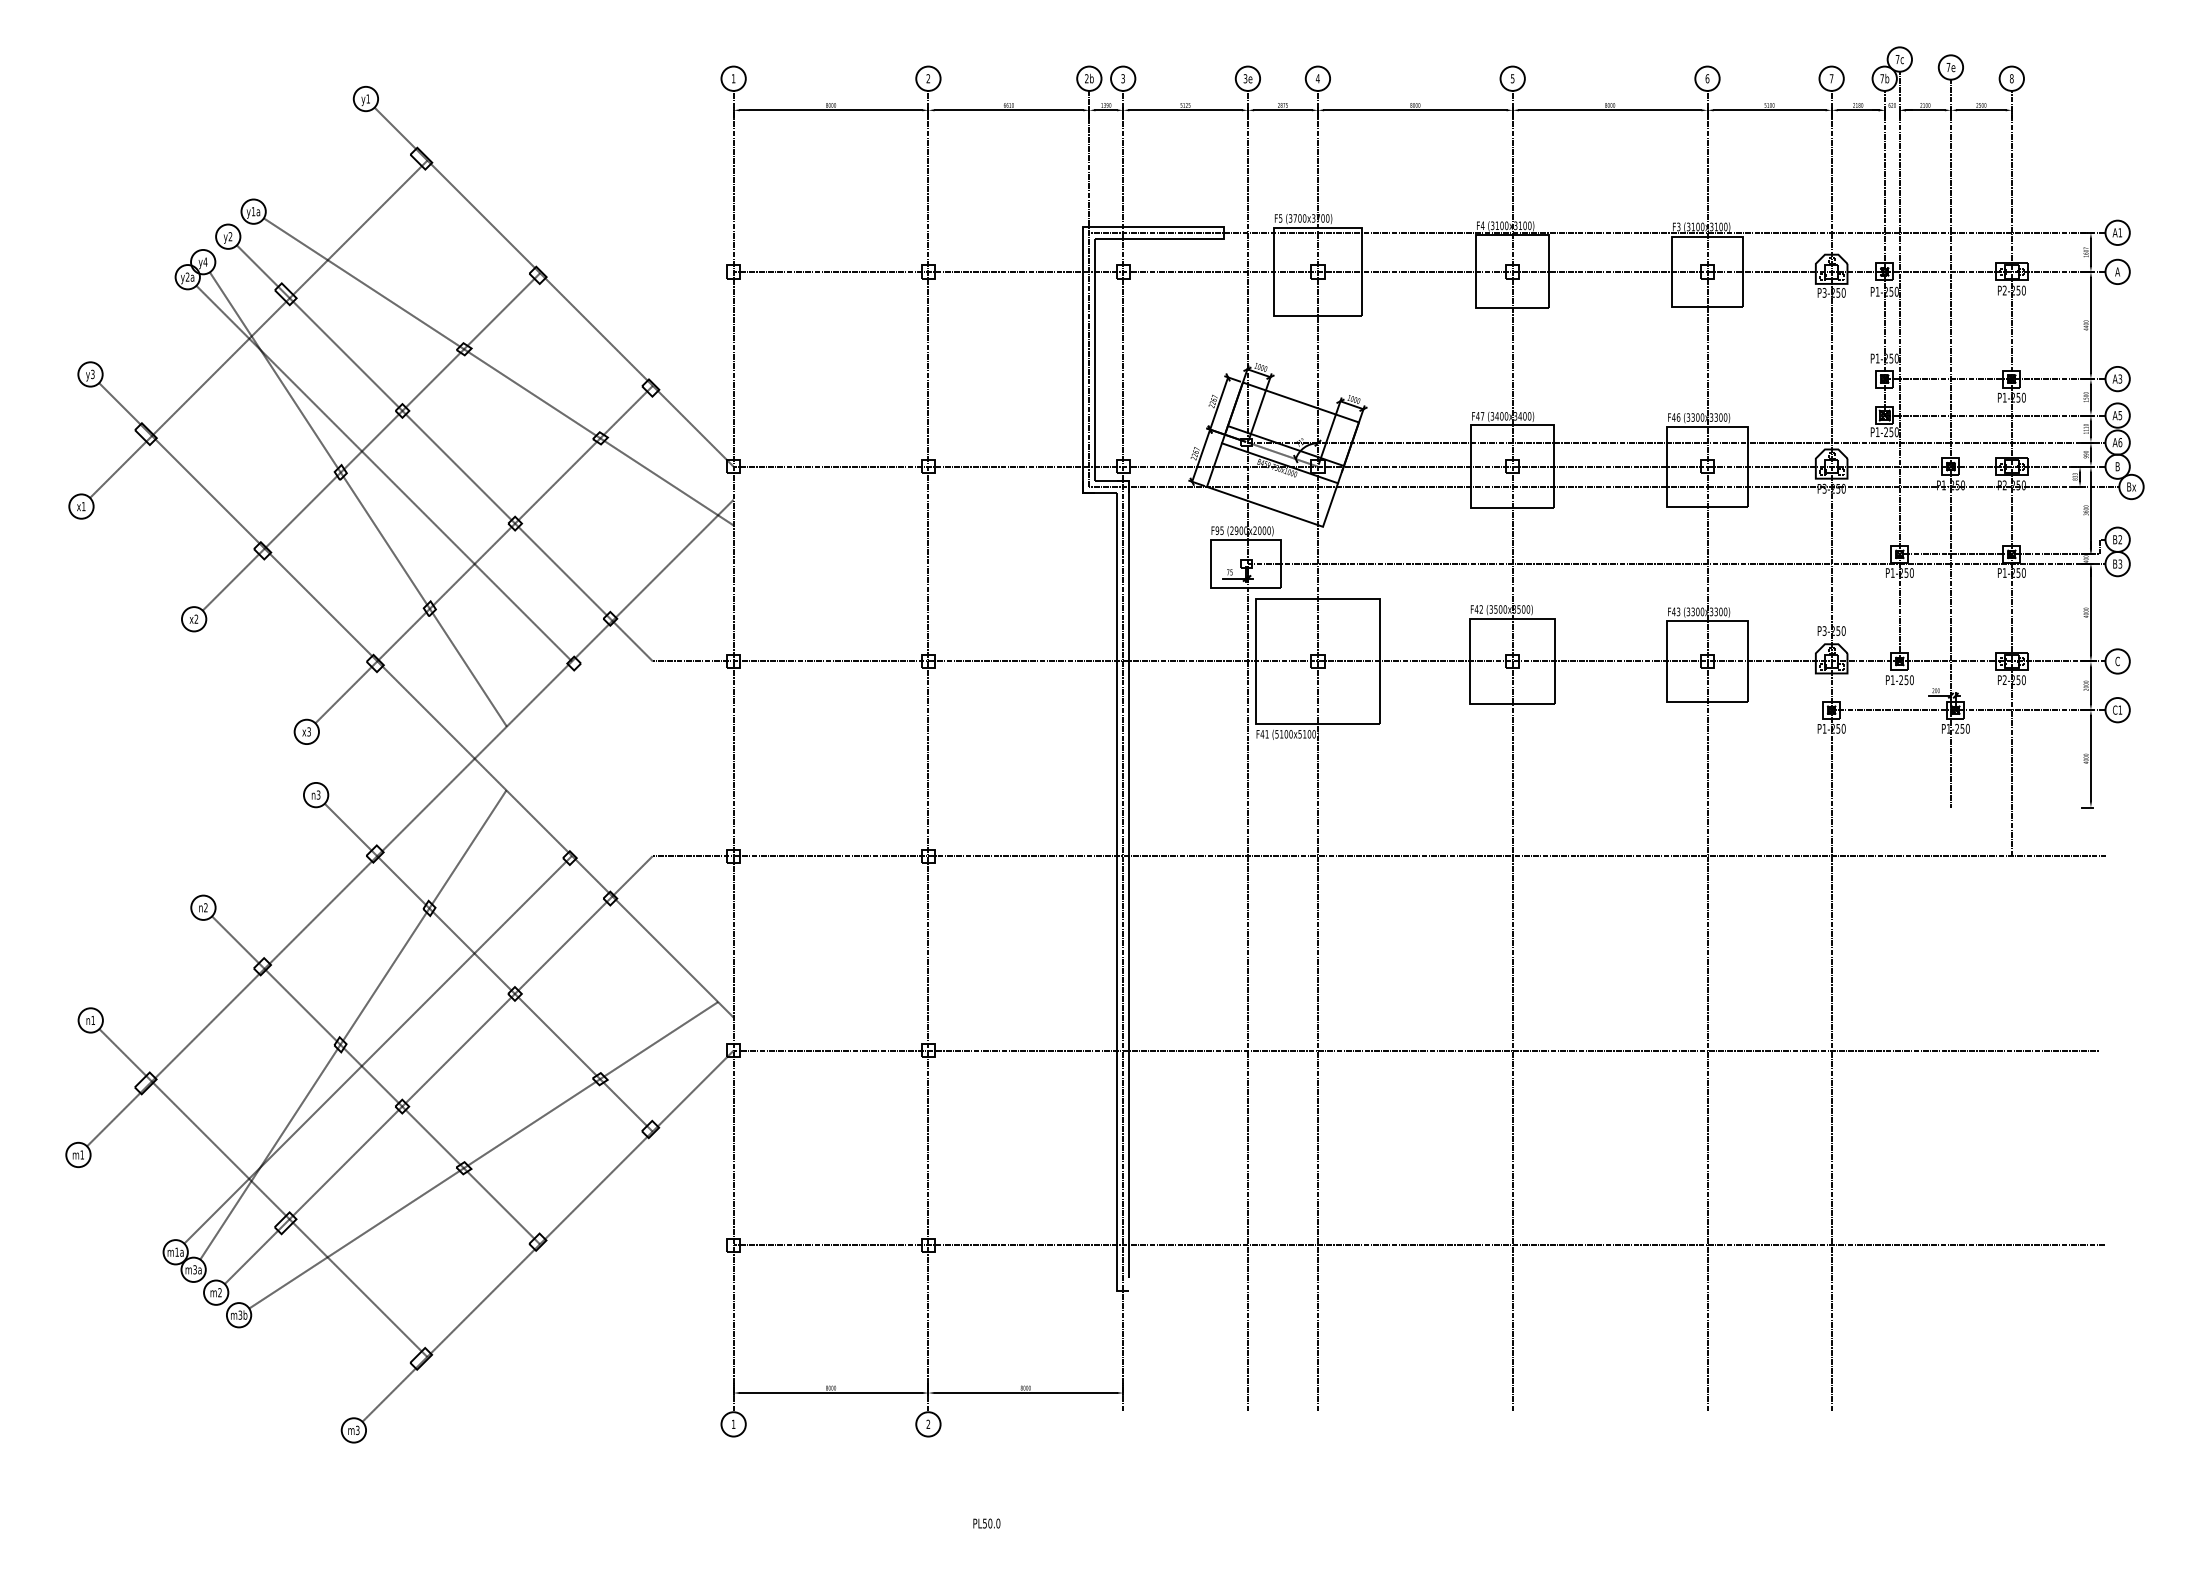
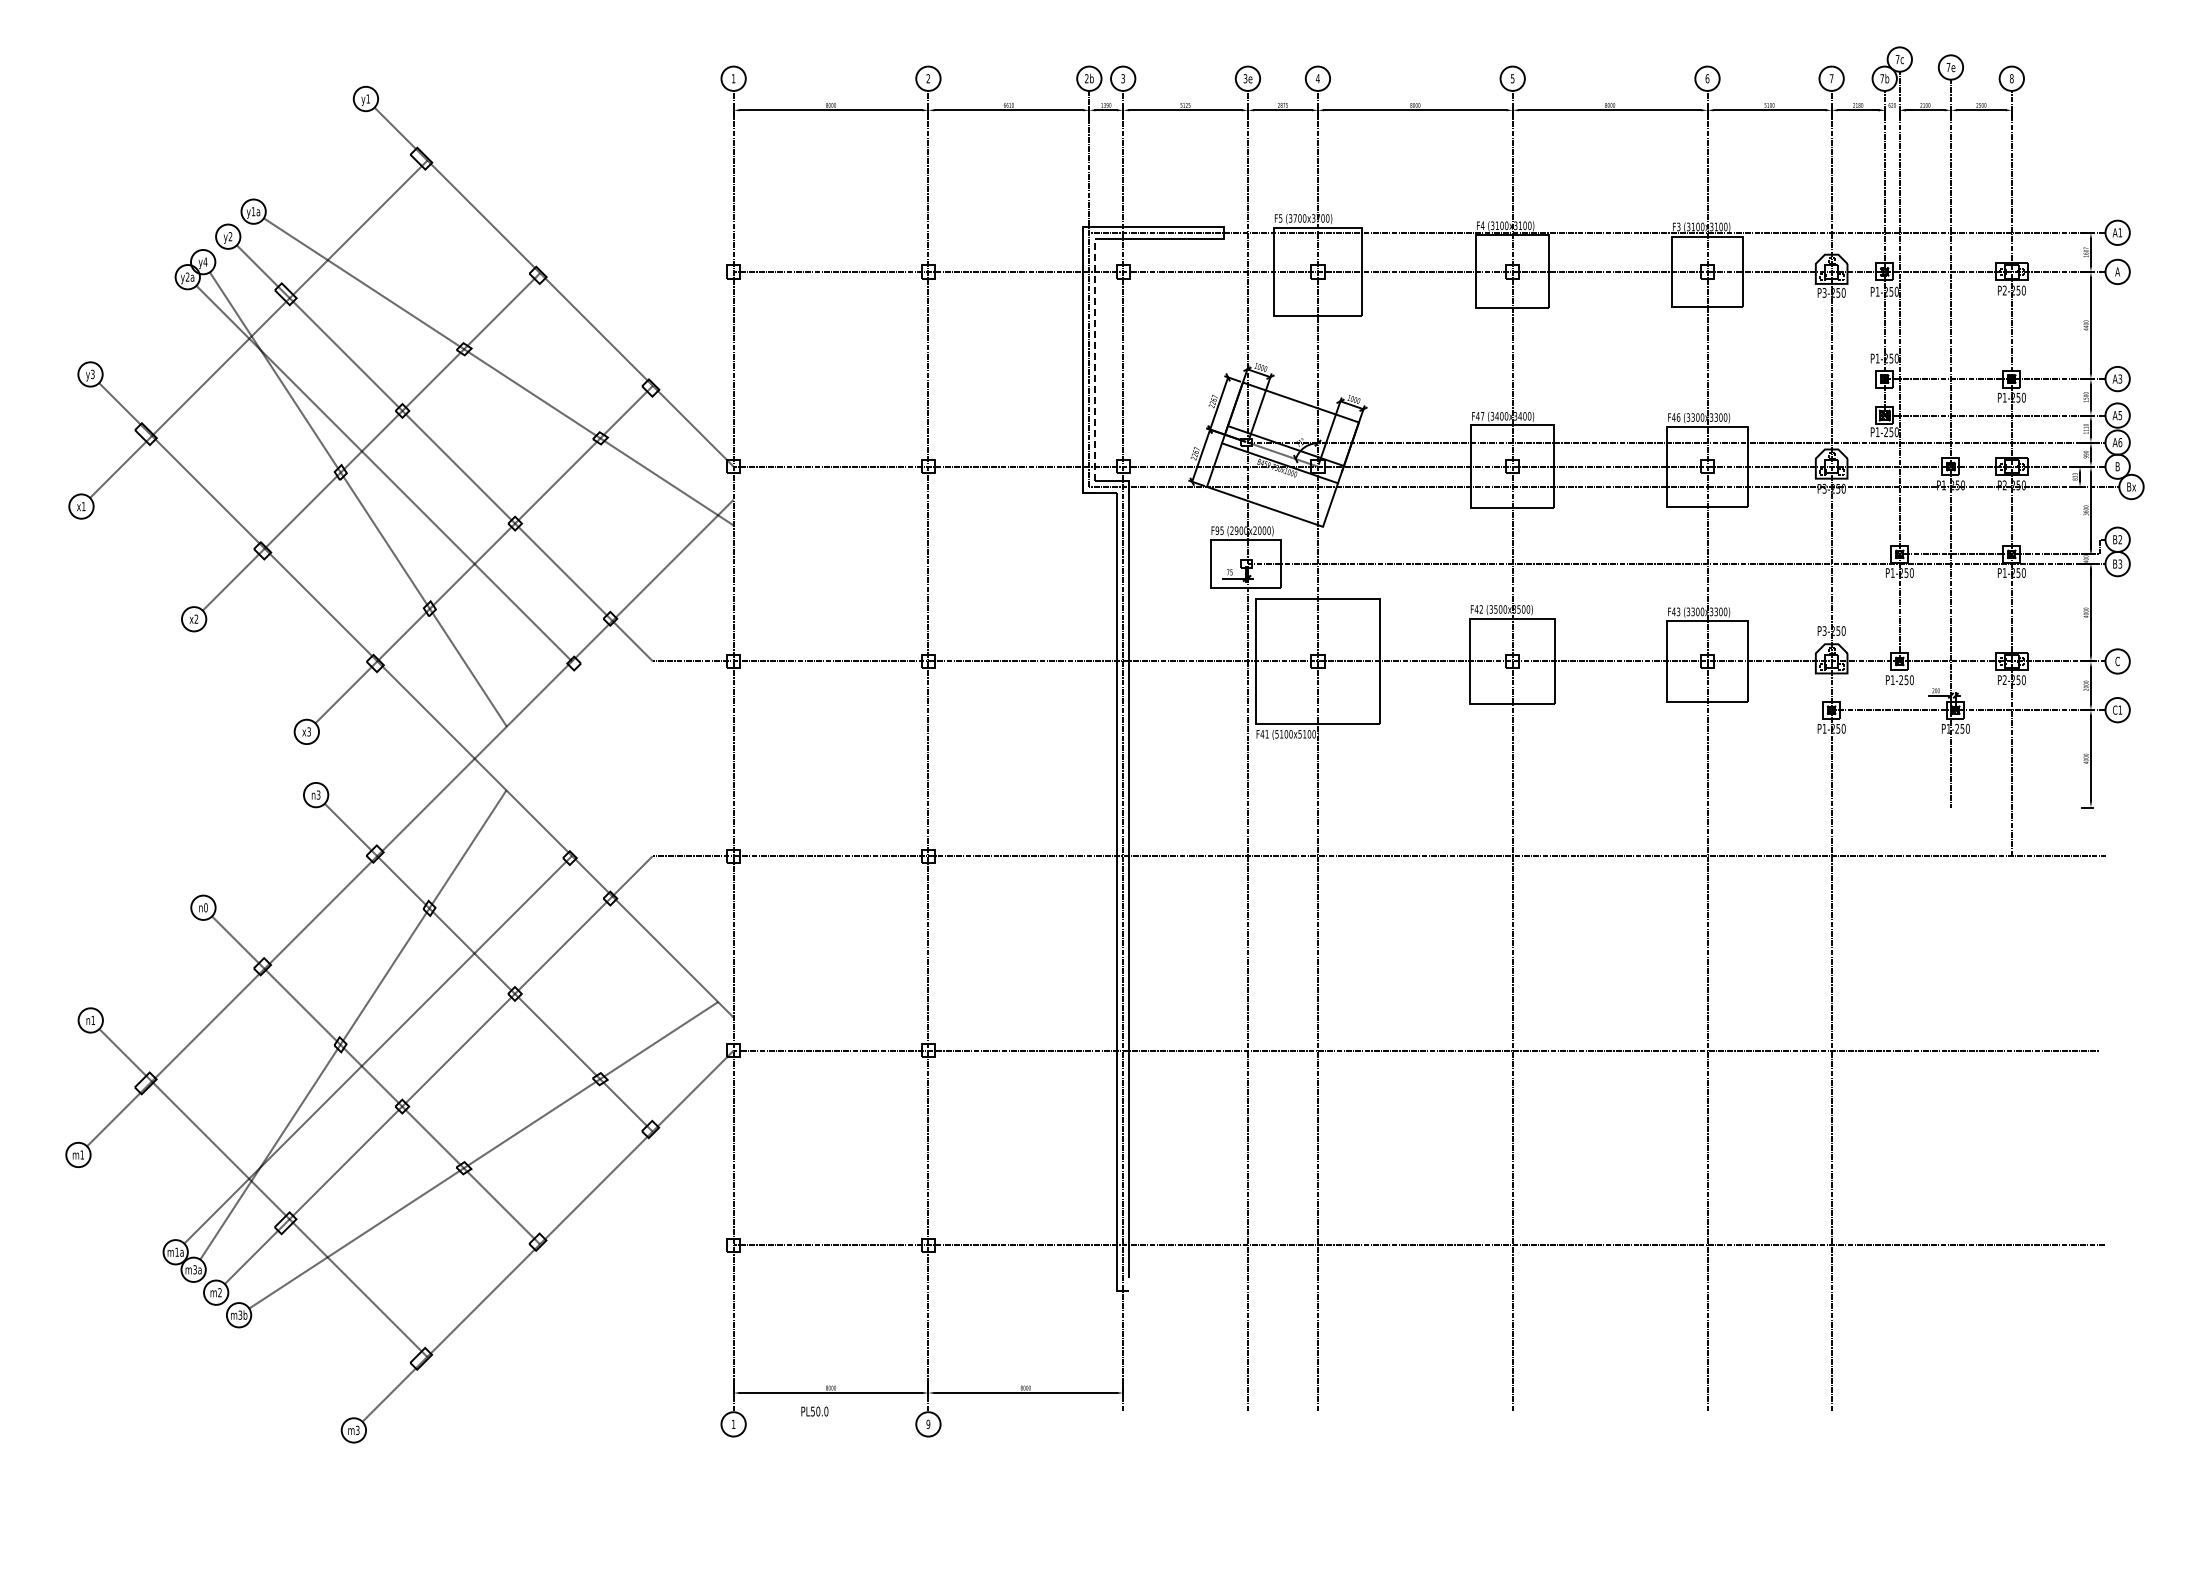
line at (1095, 359): solid -> dashed
text at (205, 907): n2 -> n0
text at (928, 1423): 2 -> 9
text at (986, 1523) position: (986, 1523) -> (814, 1411)
